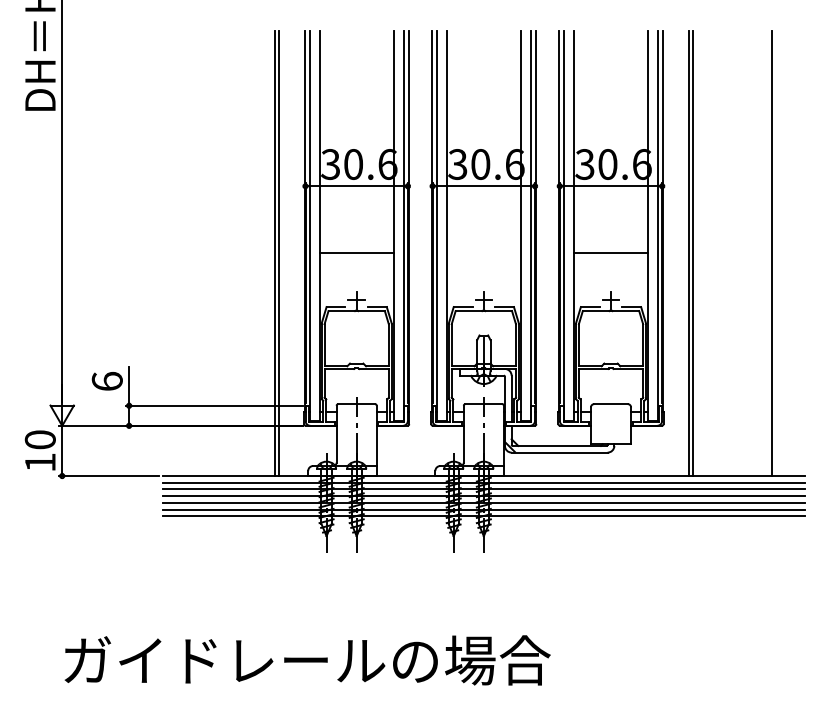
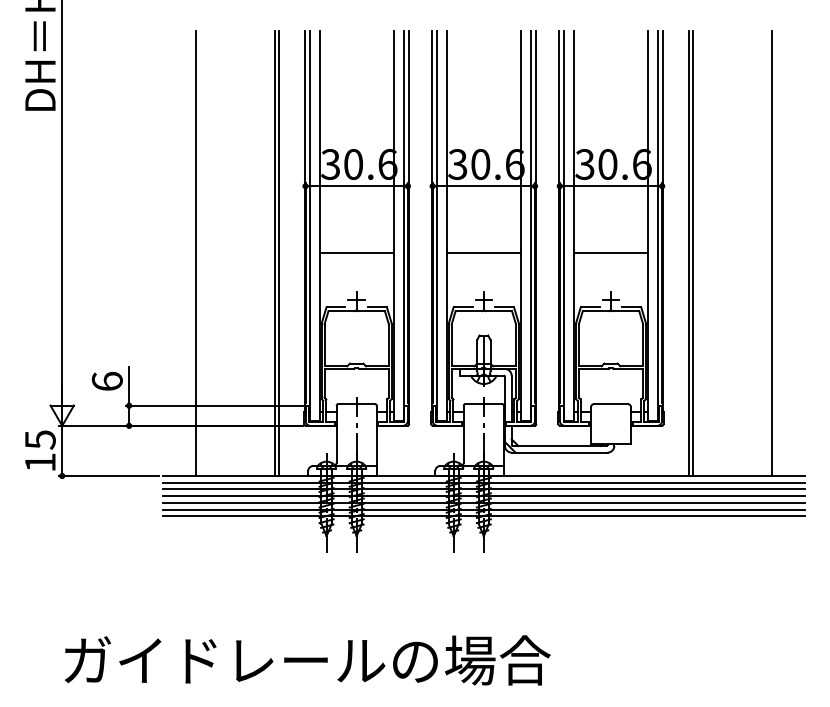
line at (196, 253): none -> present
line at (483, 253): none -> present
text at (39, 439): 10 -> 15
